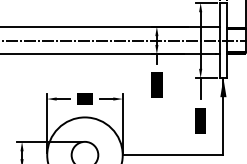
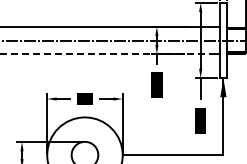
line at (108, 54): solid -> dashed
